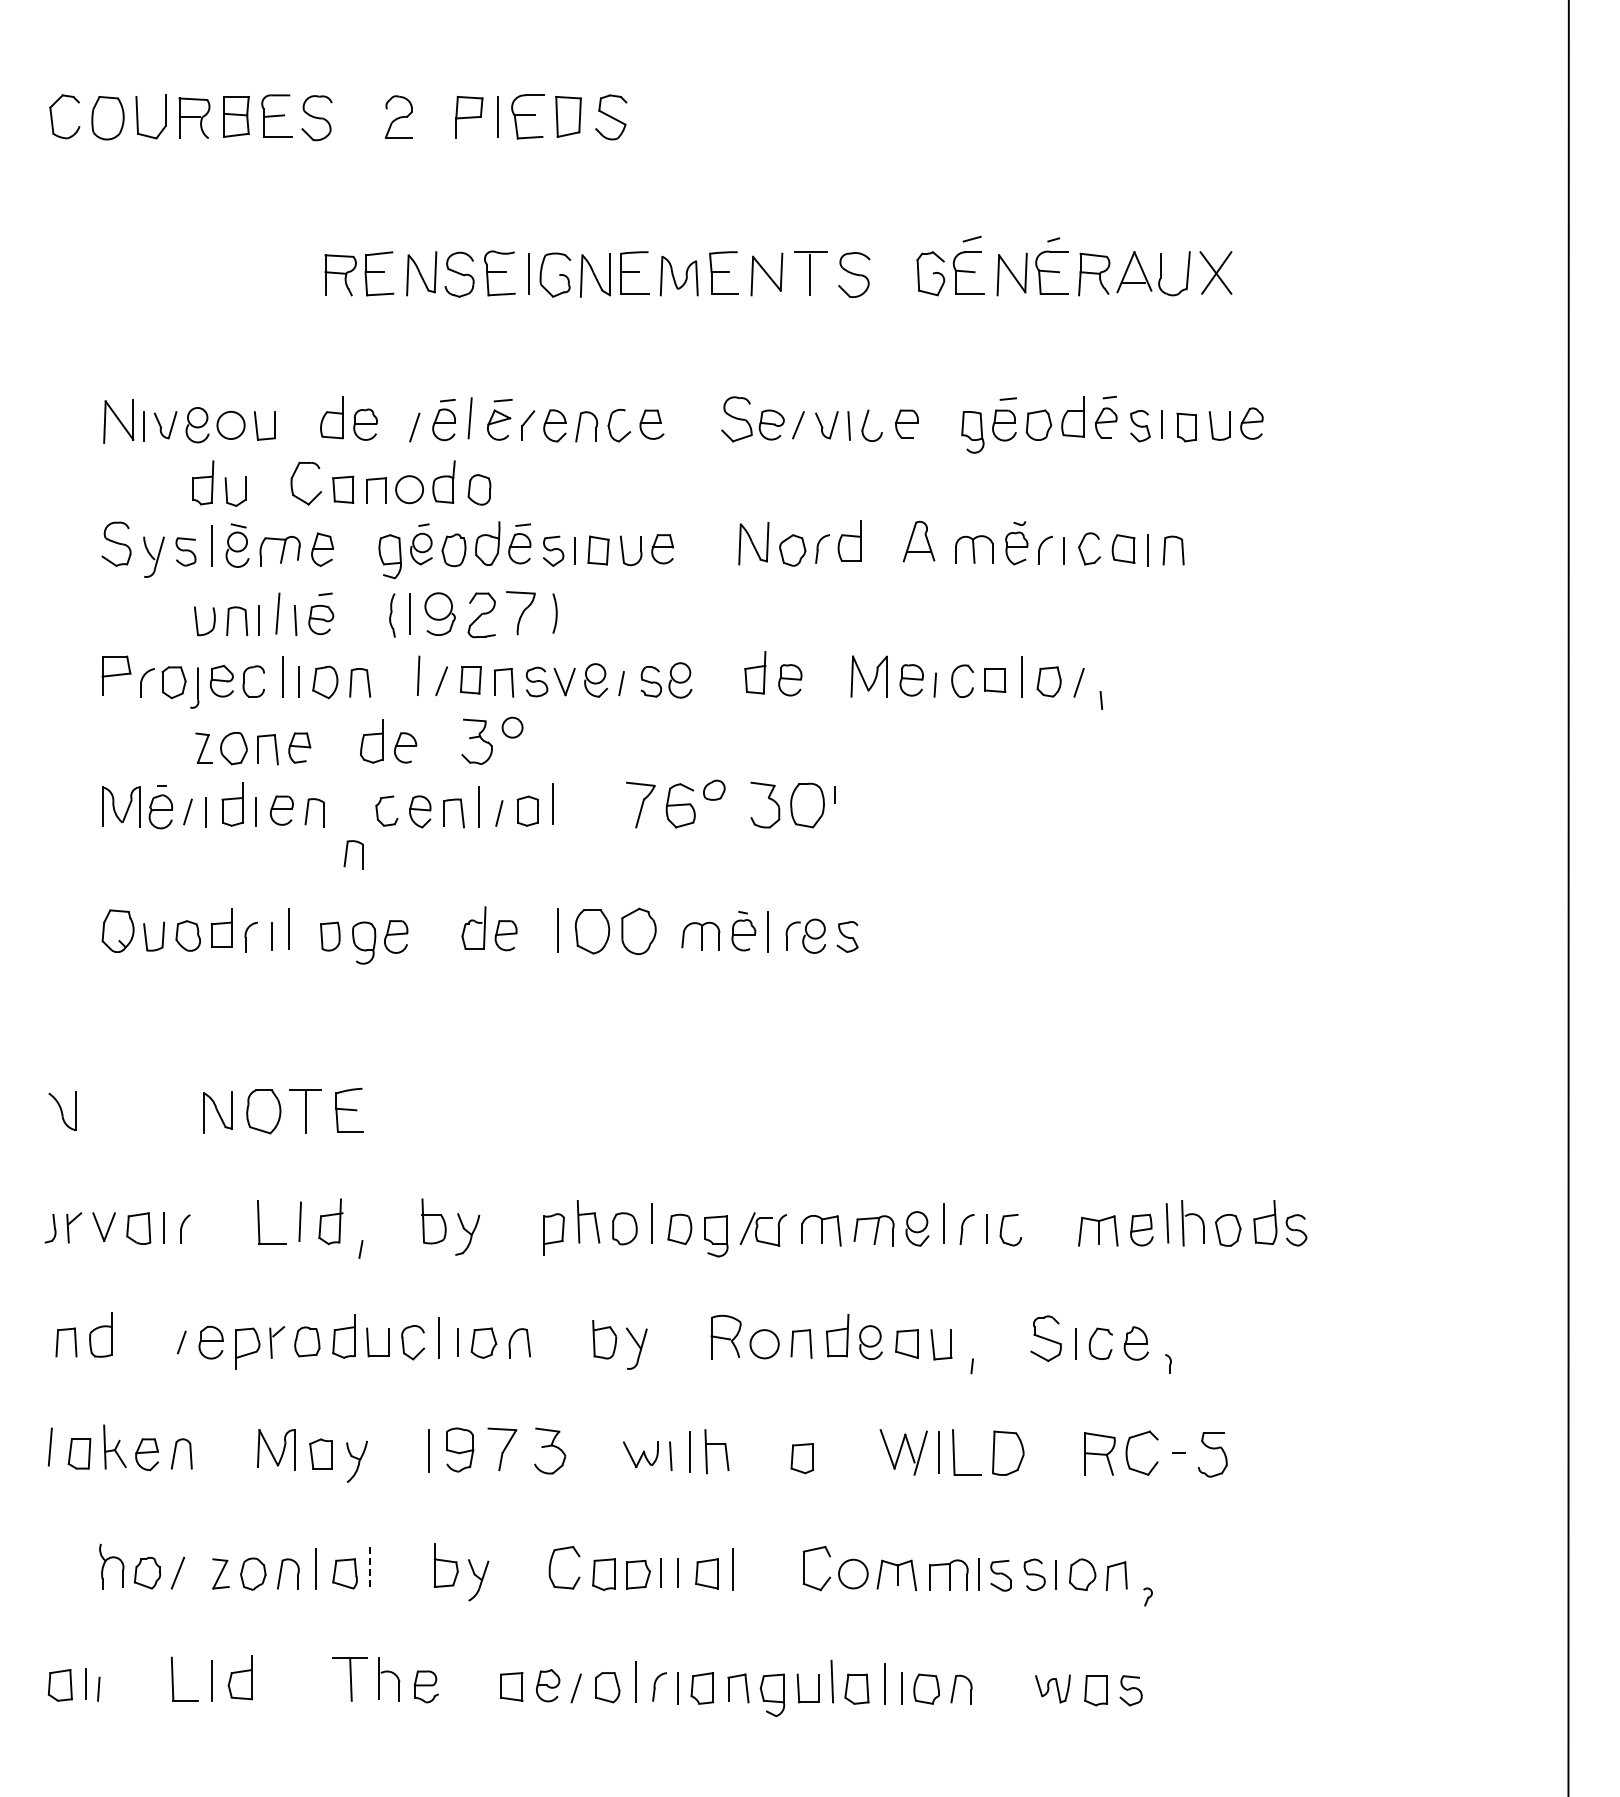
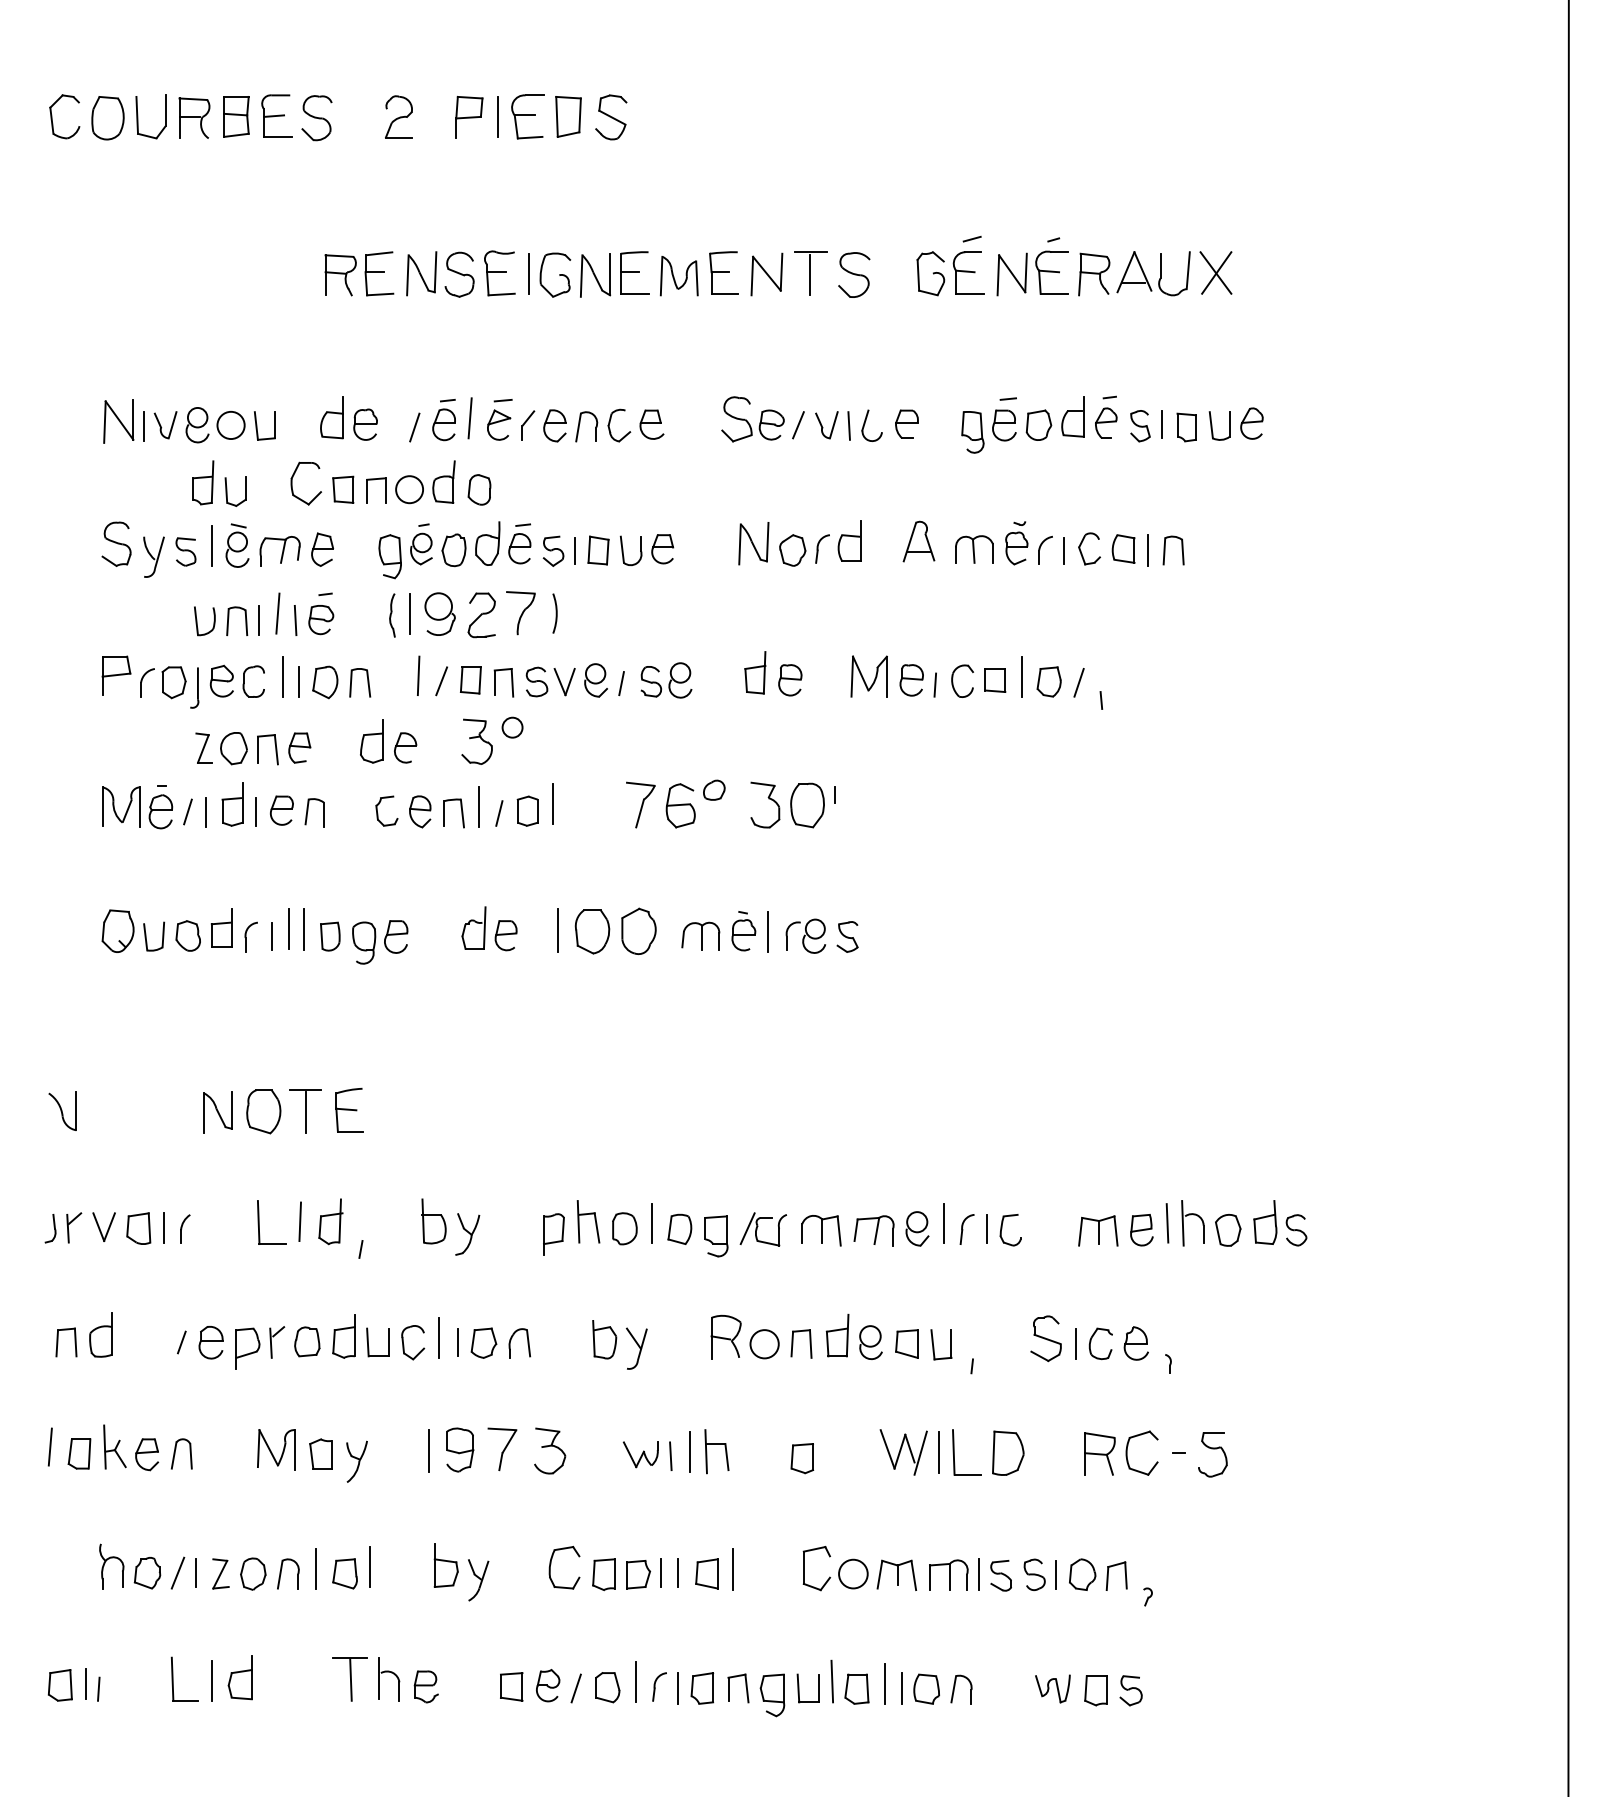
part at (347, 853): present -> none
line at (304, 929): none -> present
line at (370, 1567): dashed -> solid
line at (196, 1573): none -> present
